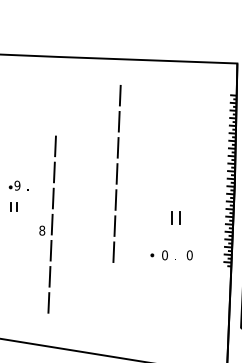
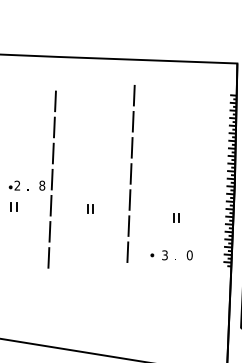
line at (116, 173) position: (116, 173) -> (130, 173)
text at (17, 185): 9 -> 2
part at (90, 208): none -> present
part at (175, 217) size: 10x14 px -> 7x10 px
part at (47, 224) position: (47, 224) -> (47, 179)
text at (164, 255): 0 -> 3
